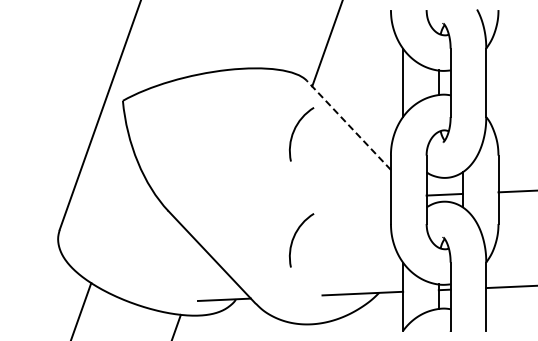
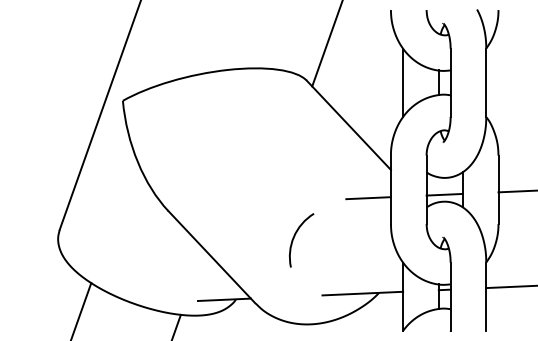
line at (348, 124): dashed -> solid
arc at (295, 130): present -> none
line at (368, 198): none -> present
